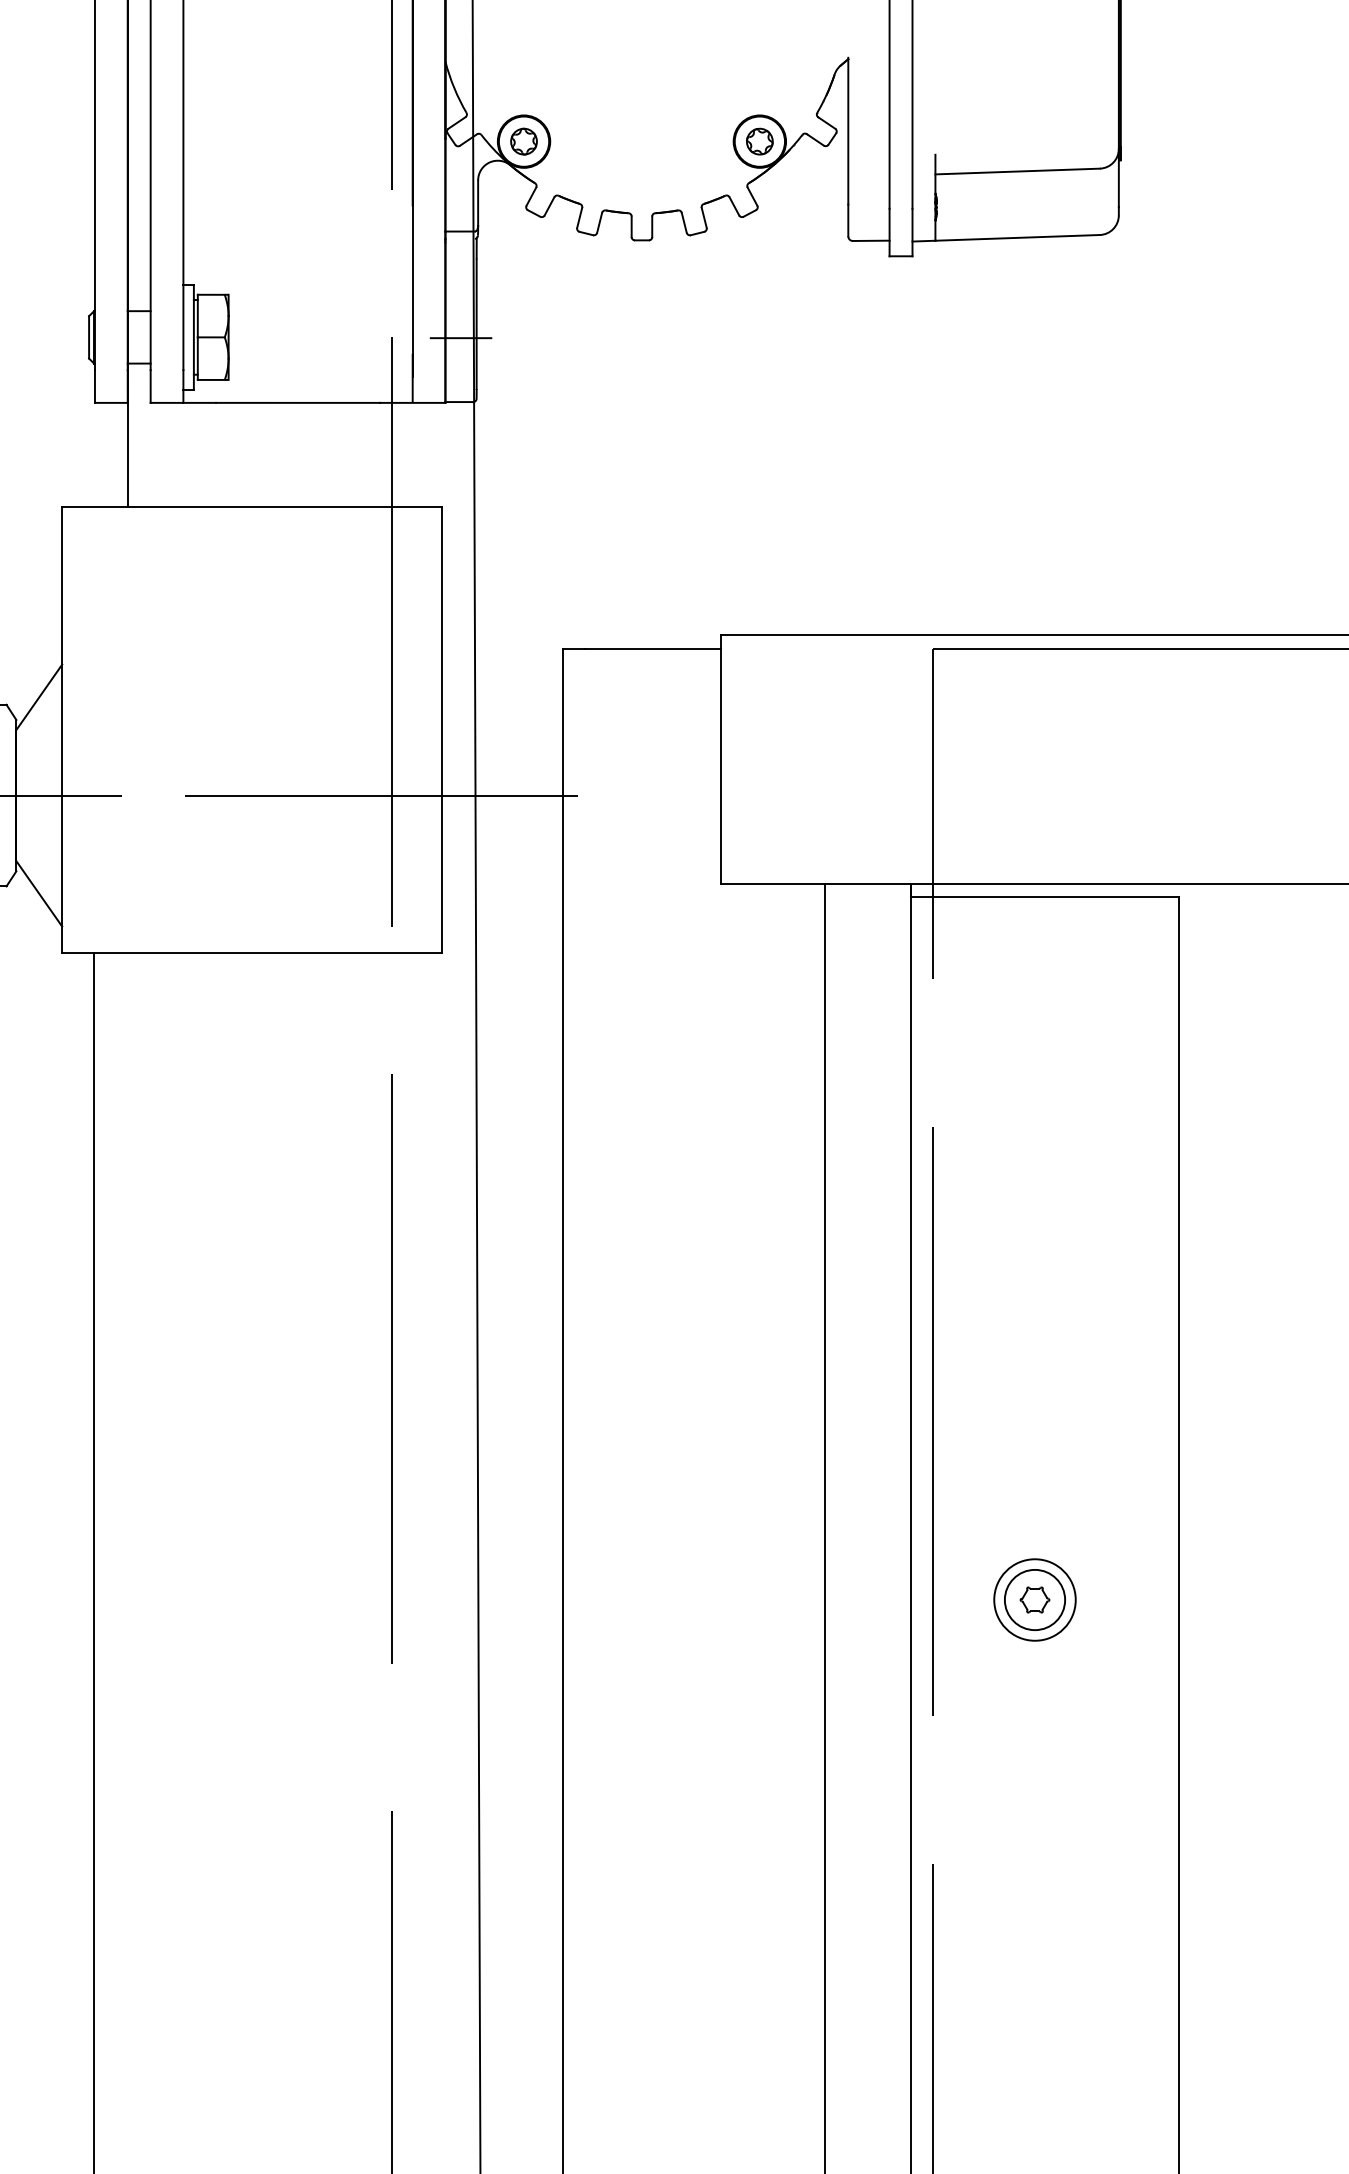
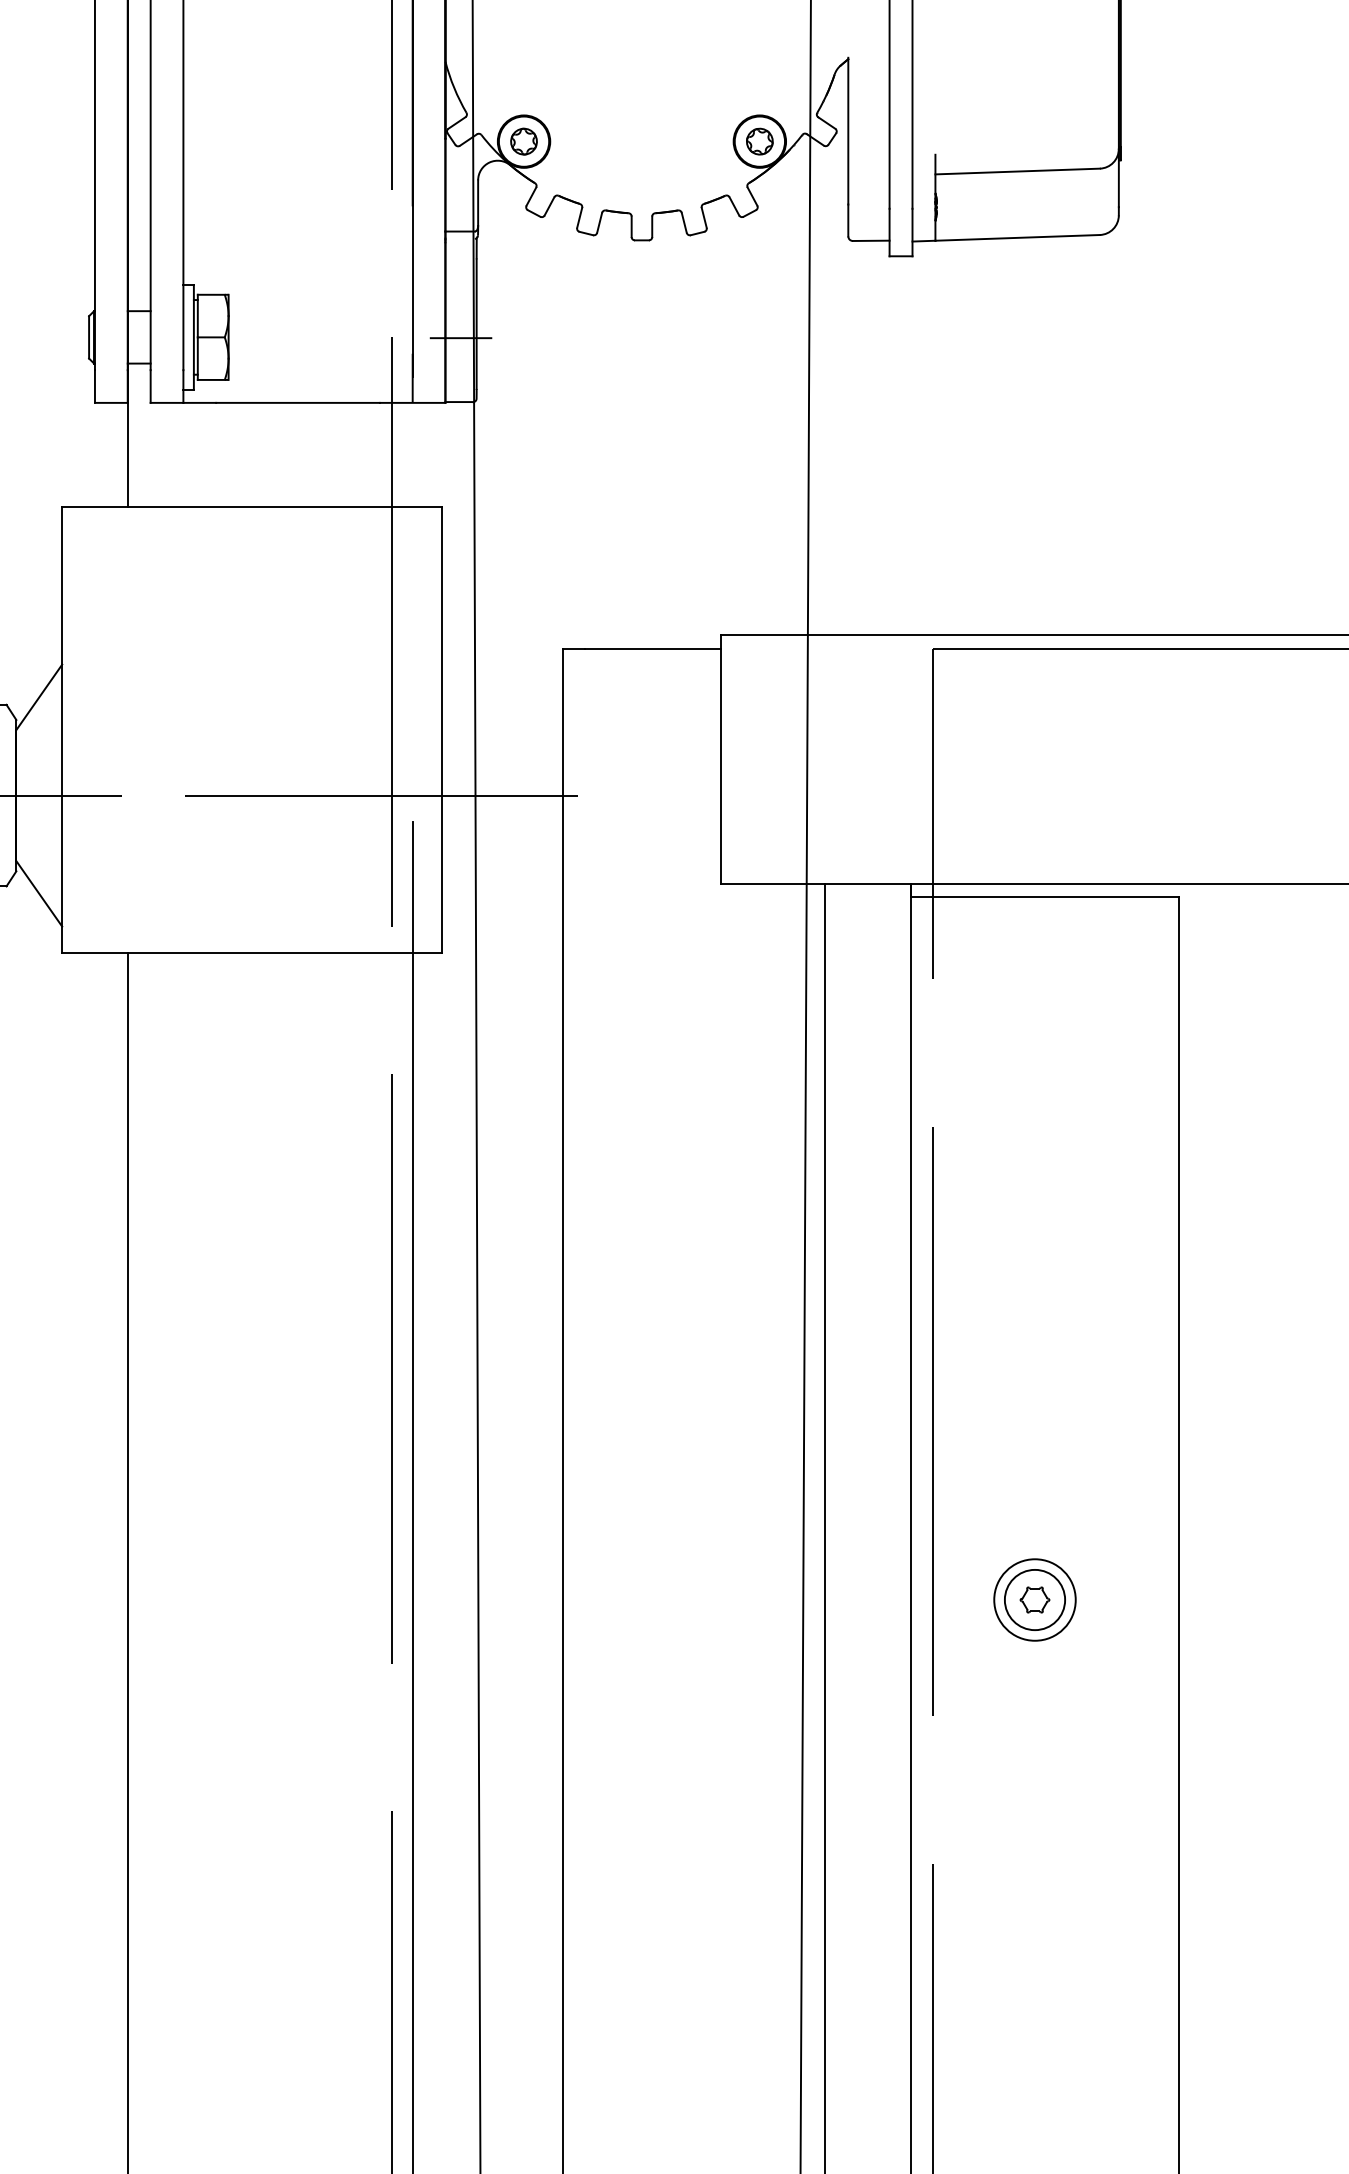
line at (805, 1086): none -> present
line at (412, 1496): none -> present
line at (93, 1561) position: (93, 1561) -> (127, 1561)
